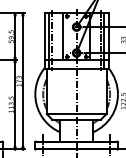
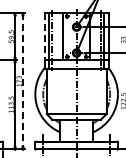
line at (44, 37): solid -> dashed
line at (23, 81): solid -> dashed
